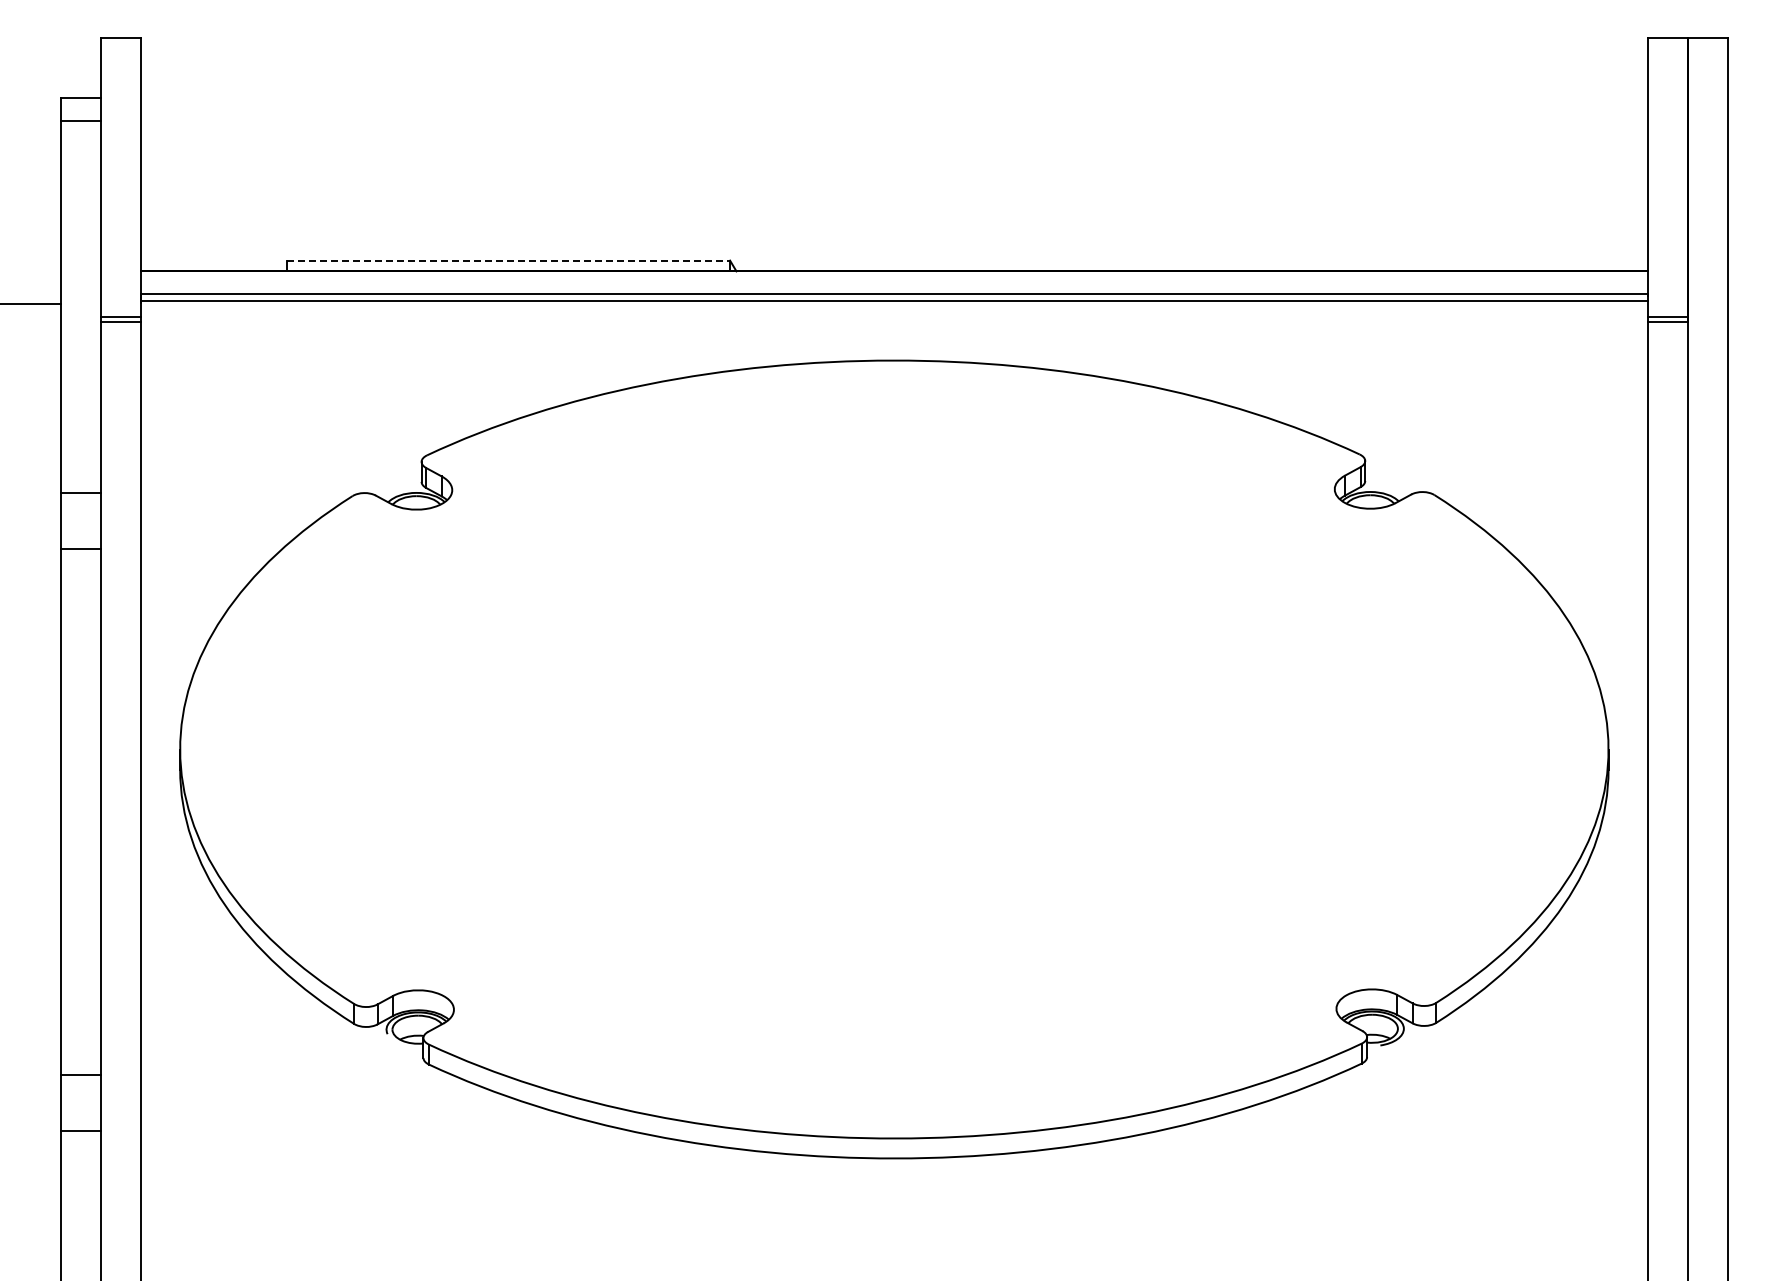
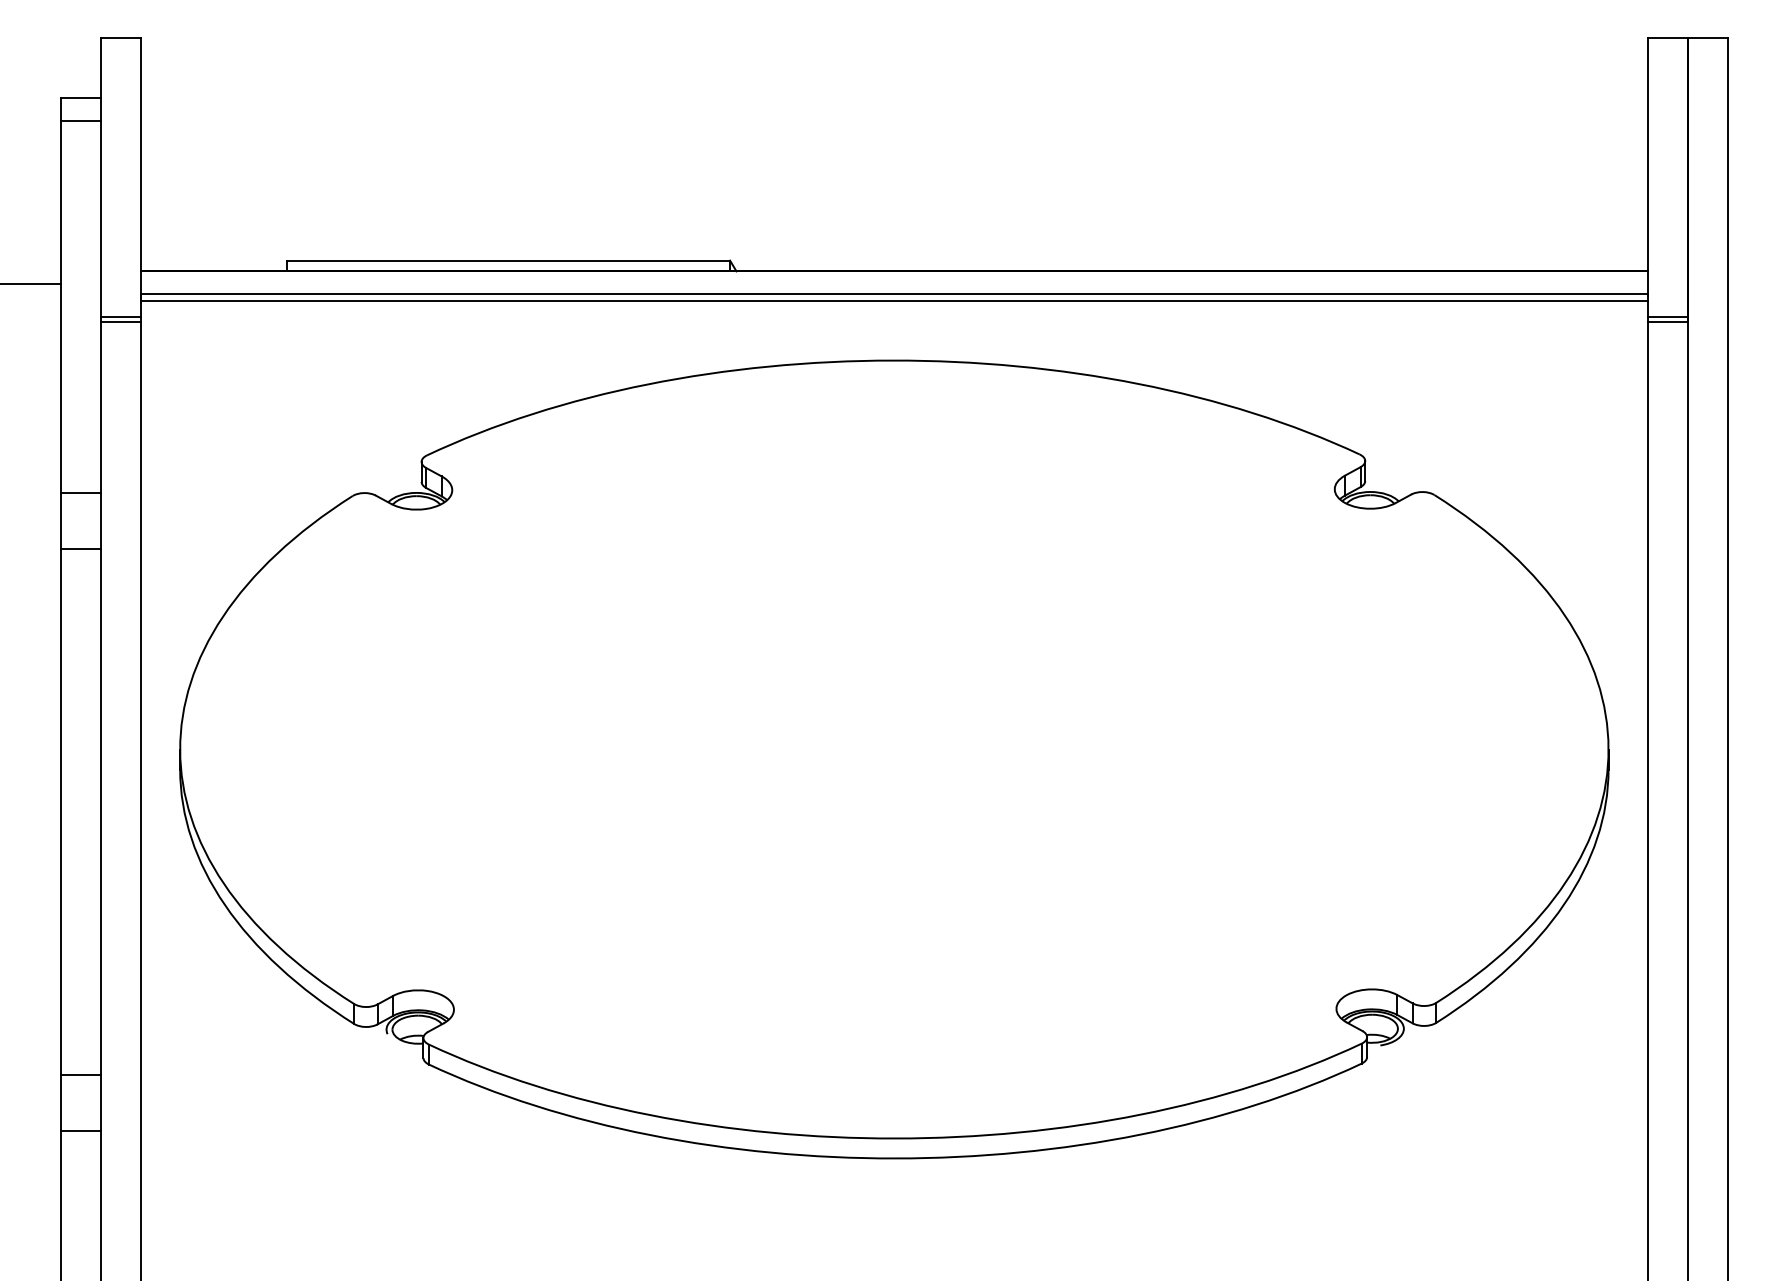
line at (509, 260): dashed -> solid
line at (31, 304) position: (31, 304) -> (31, 284)
